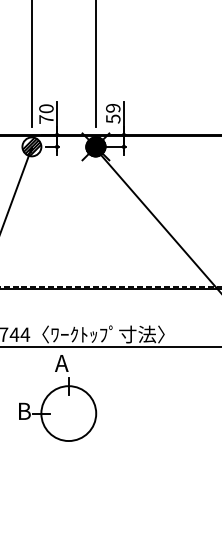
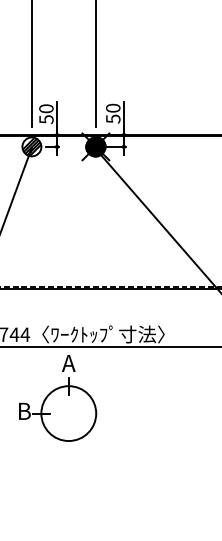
text at (113, 107): 59 -> 50
text at (46, 119): 70 -> 50
text at (61, 363) position: (61, 363) -> (68, 363)
